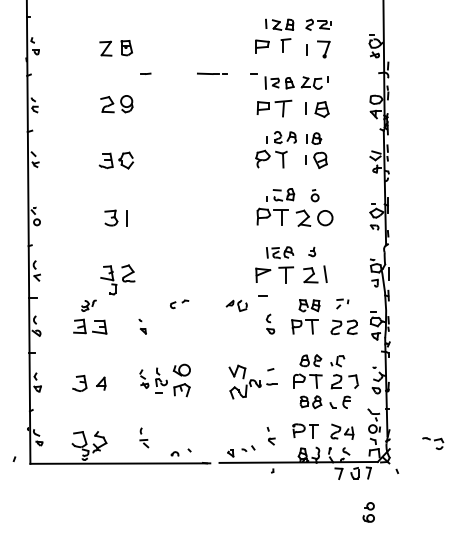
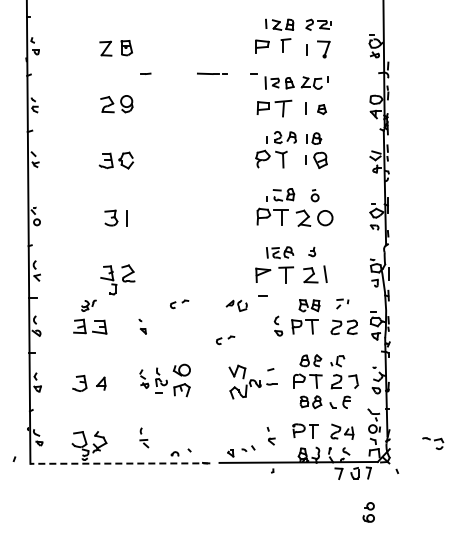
part at (321, 109) size: 16x17 px -> 10x12 px
part at (270, 323) position: (270, 323) -> (278, 325)
part at (225, 340): none -> present
line at (120, 463): solid -> dashed
